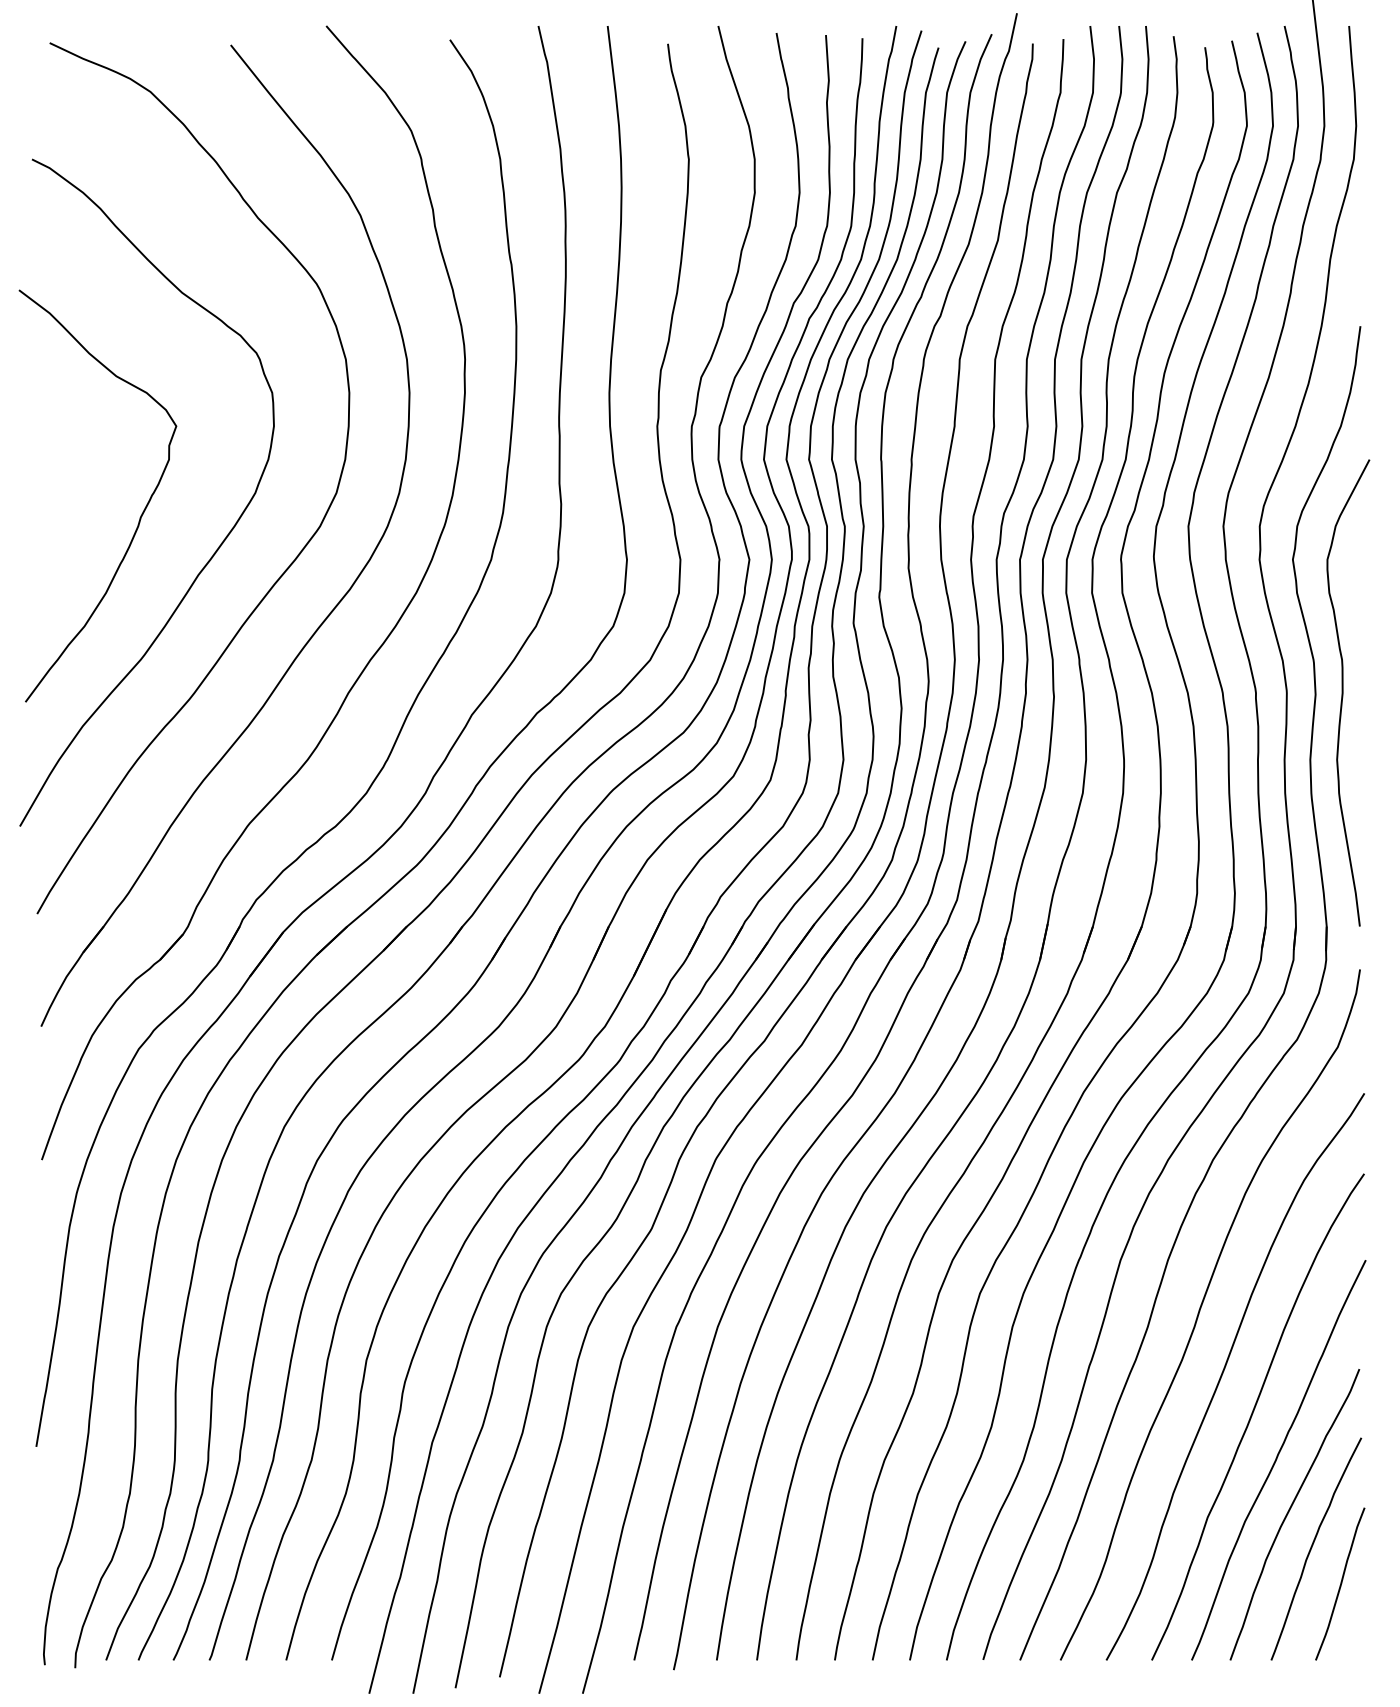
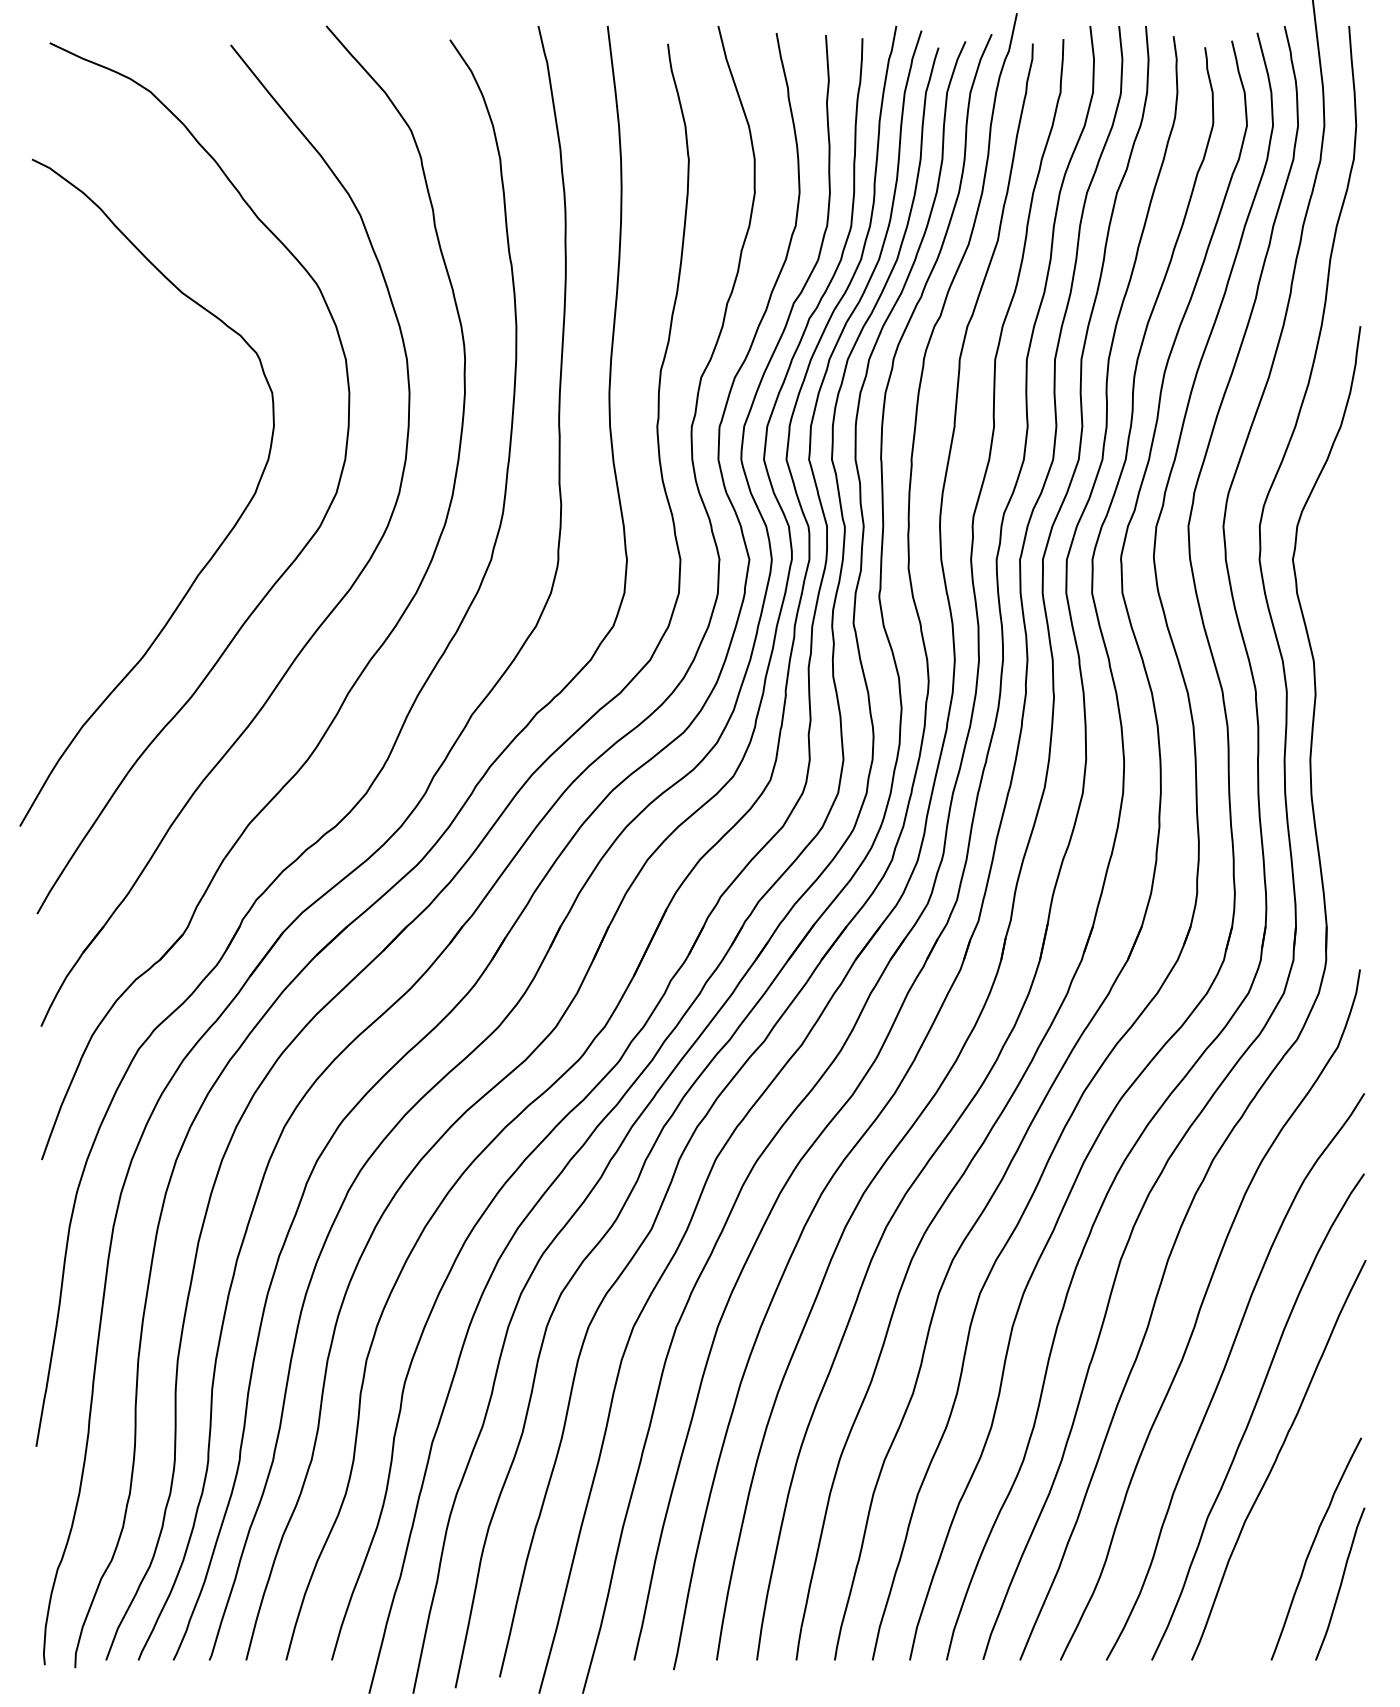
curve at (139, 517): present -> none
curve at (1343, 692): present -> none
curve at (1289, 1512): present -> none
